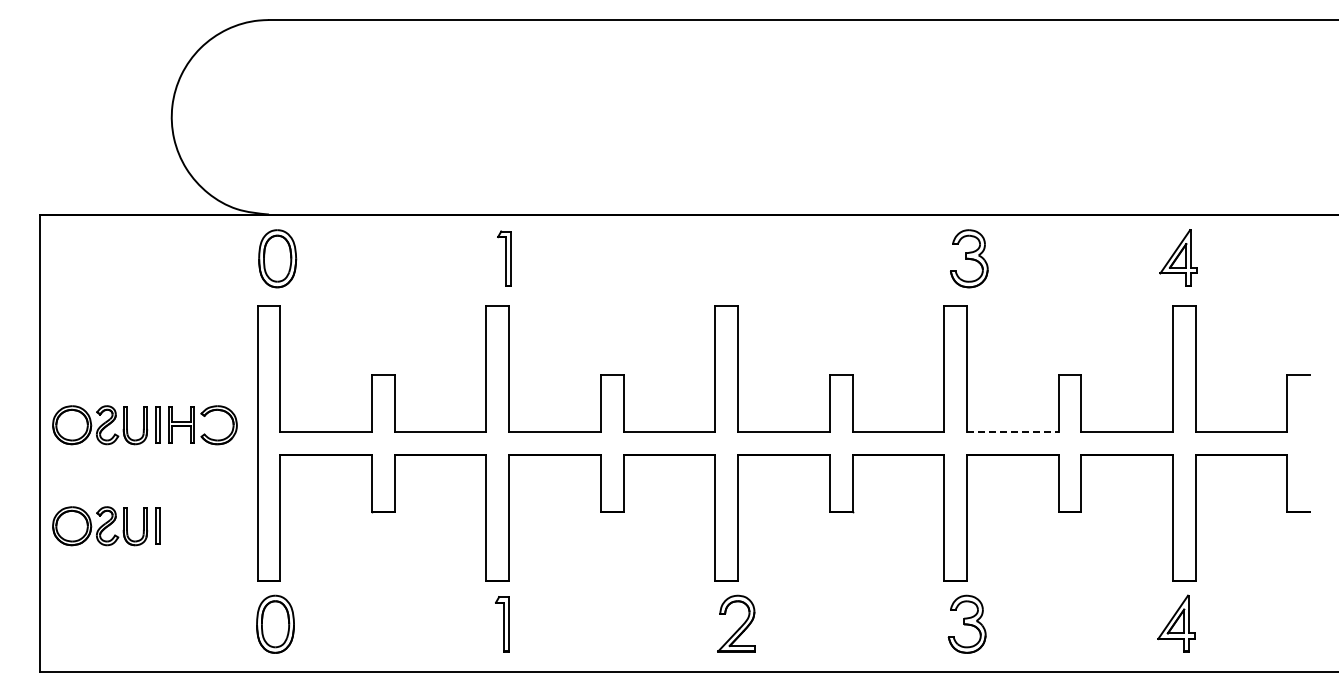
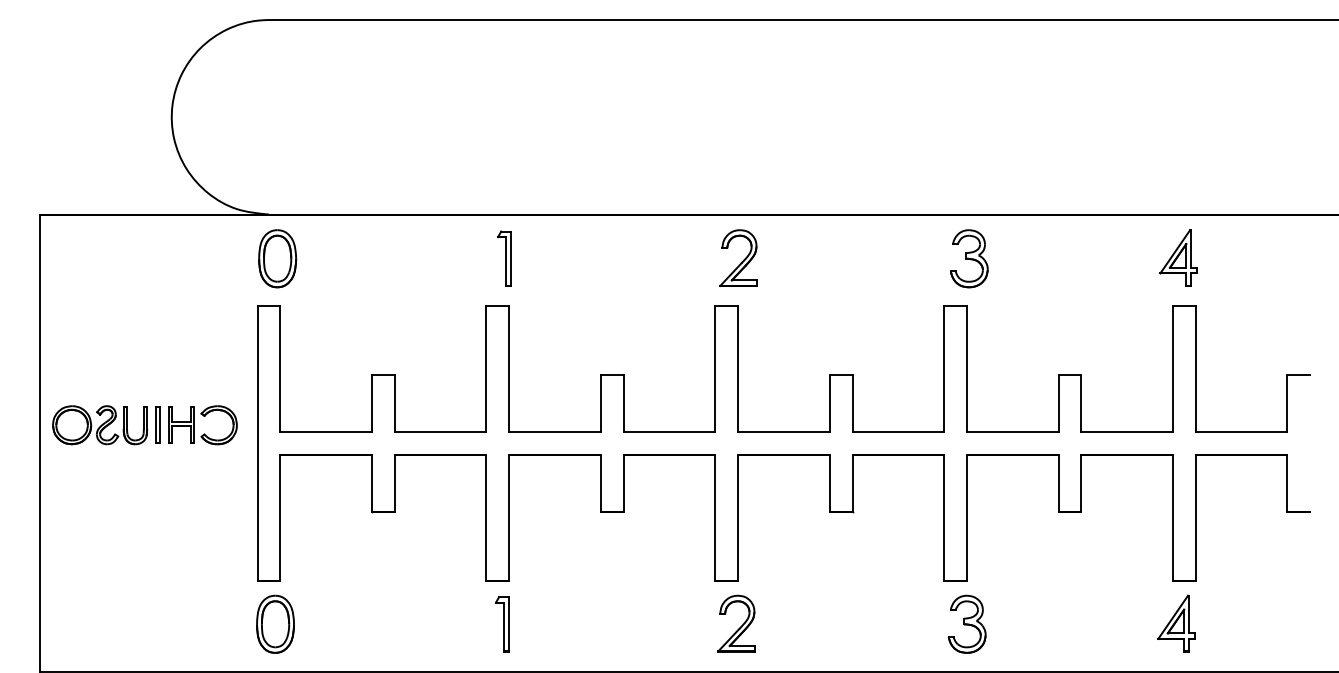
part at (738, 258): none -> present
line at (1012, 431): dashed -> solid
part at (106, 526): present -> none
